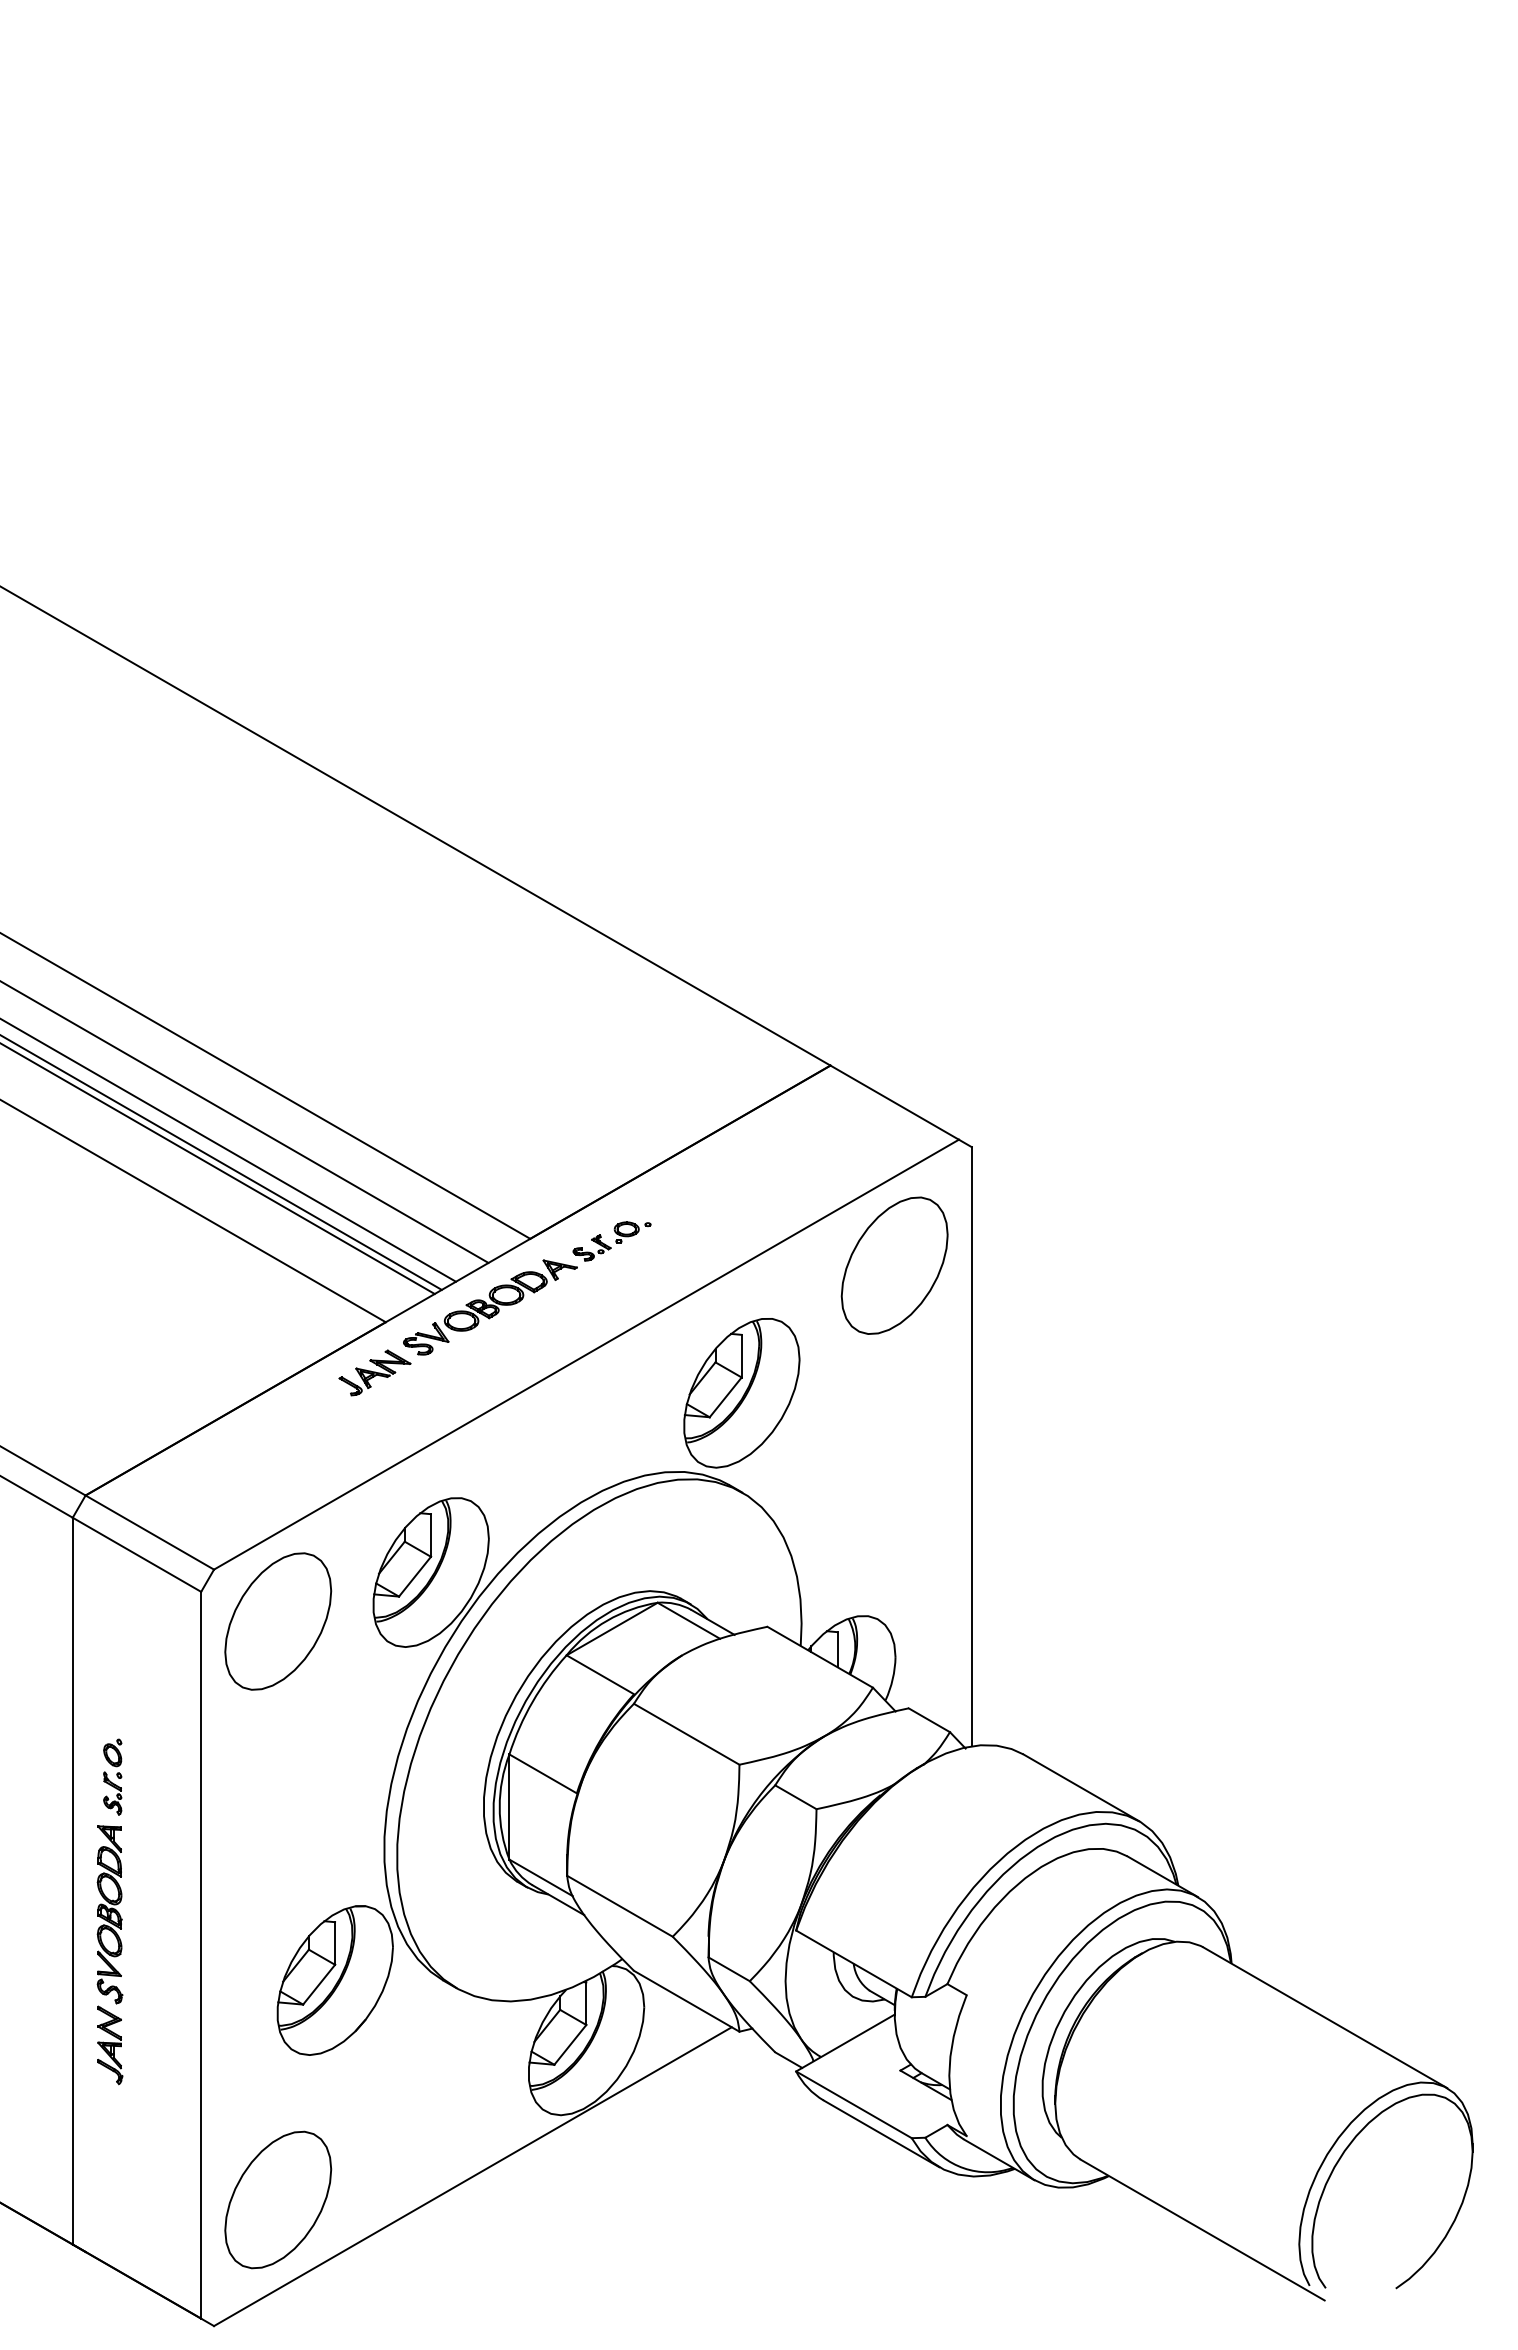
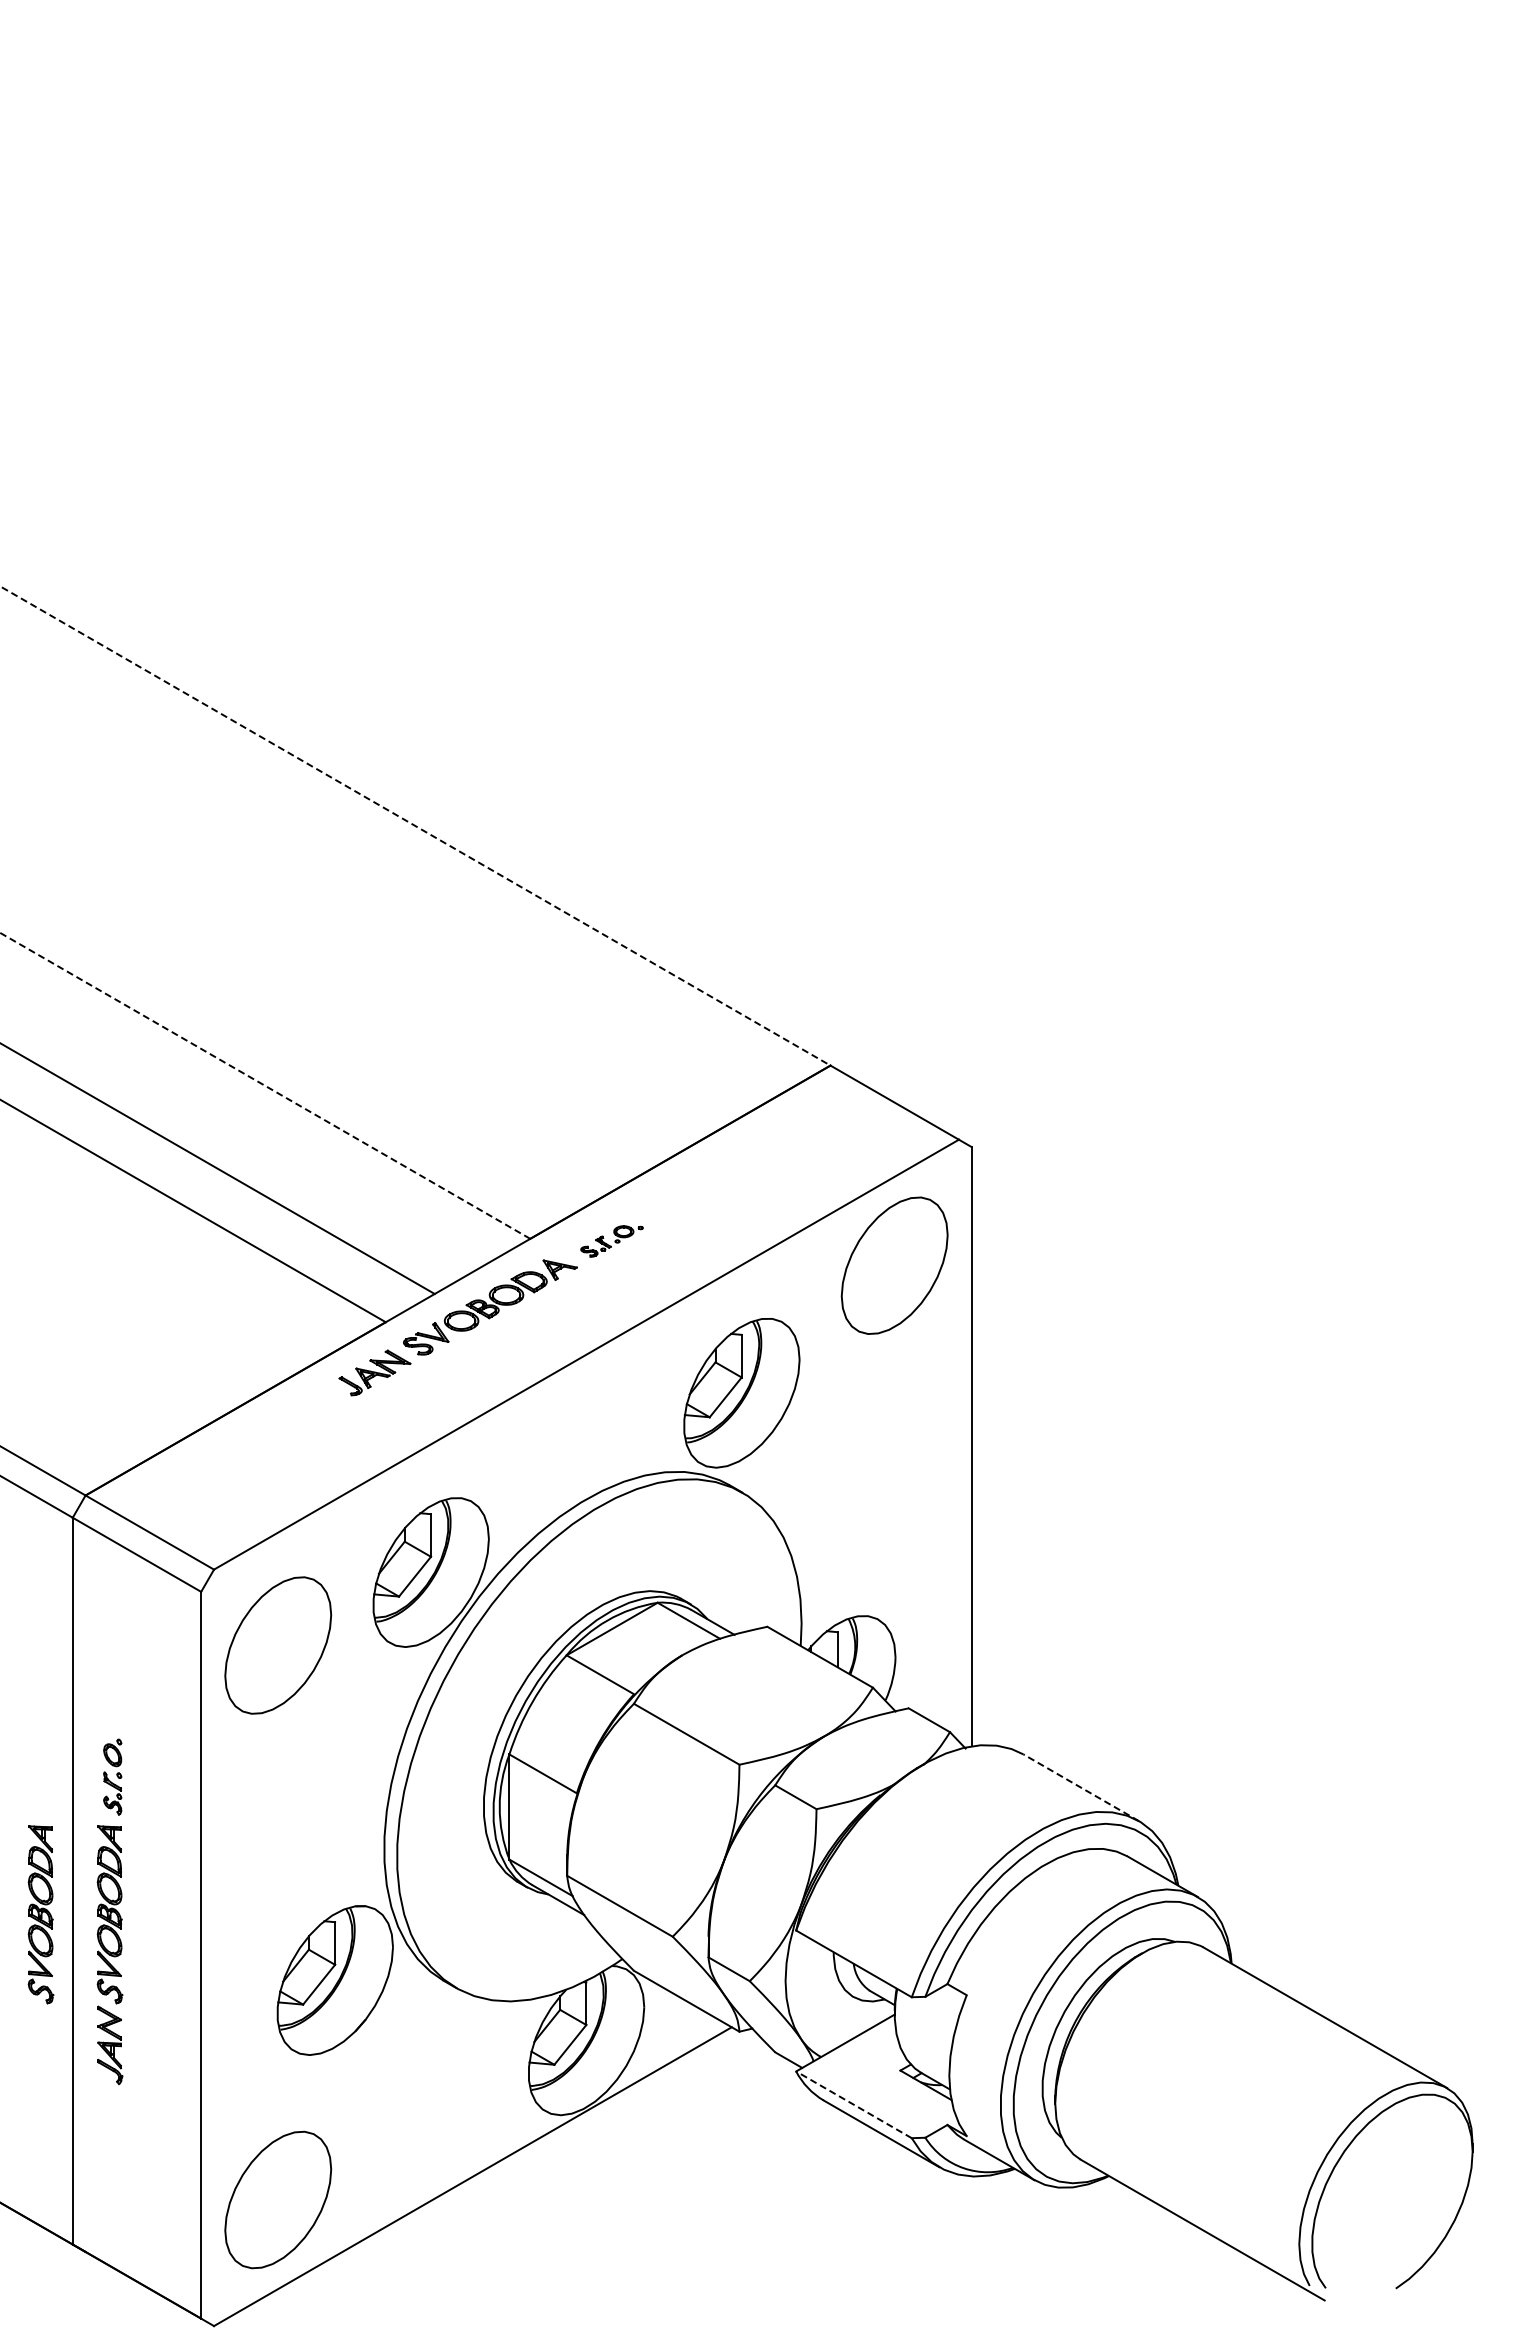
line at (415, 826): solid -> dashed
line at (265, 1085): solid -> dashed
line at (245, 1122): present -> none
line at (229, 1150): present -> none
line at (221, 1162): present -> none
part at (611, 1241) size: 80x41 px -> 64x33 px
part at (278, 1621) position: (278, 1621) -> (278, 1645)
line at (1081, 1787): solid -> dashed
part at (40, 1914): none -> present
line at (853, 2104): solid -> dashed
